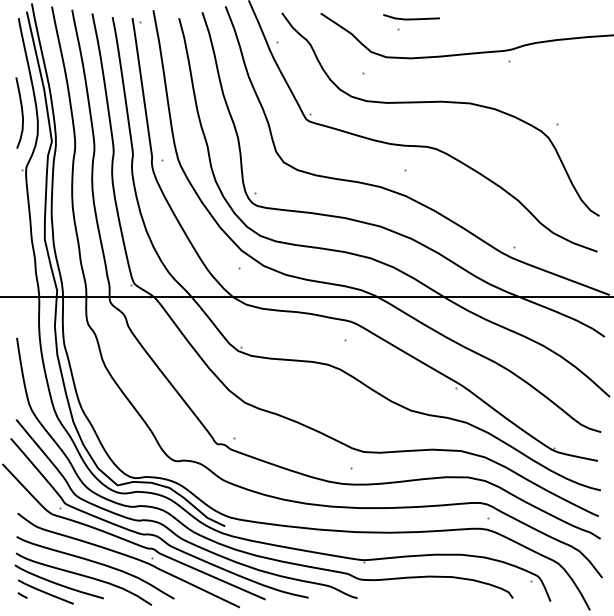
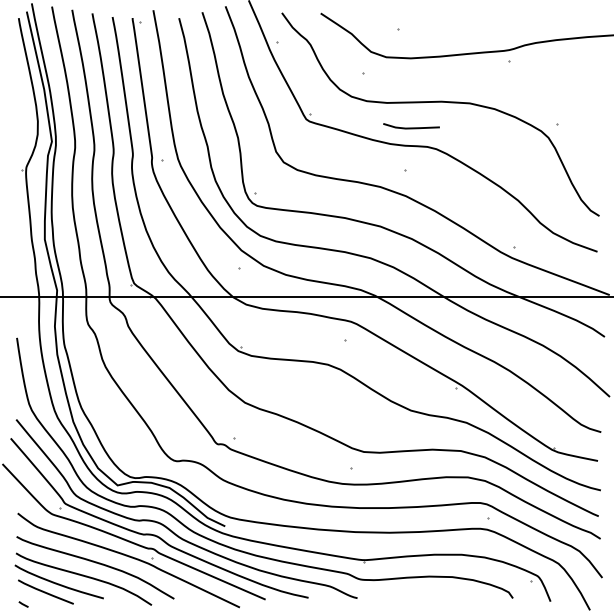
line at (411, 18) position: (411, 18) -> (411, 127)
curve at (21, 112): present -> none
line at (22, 595) position: (22, 595) -> (23, 604)
